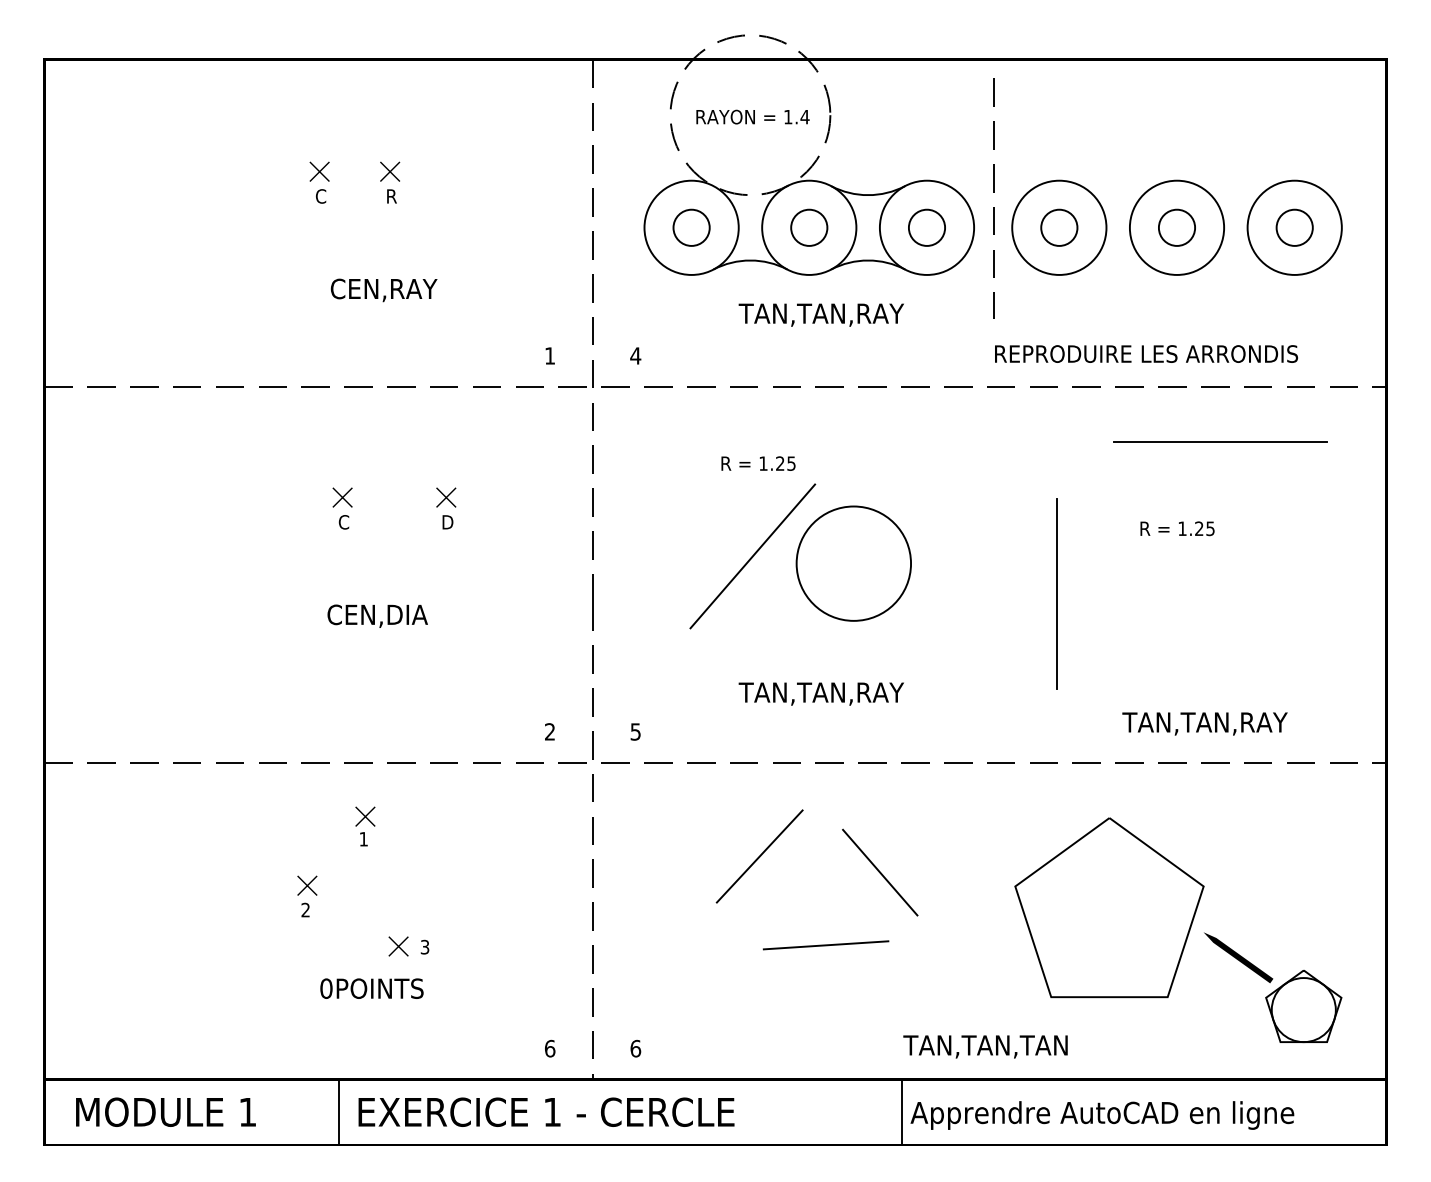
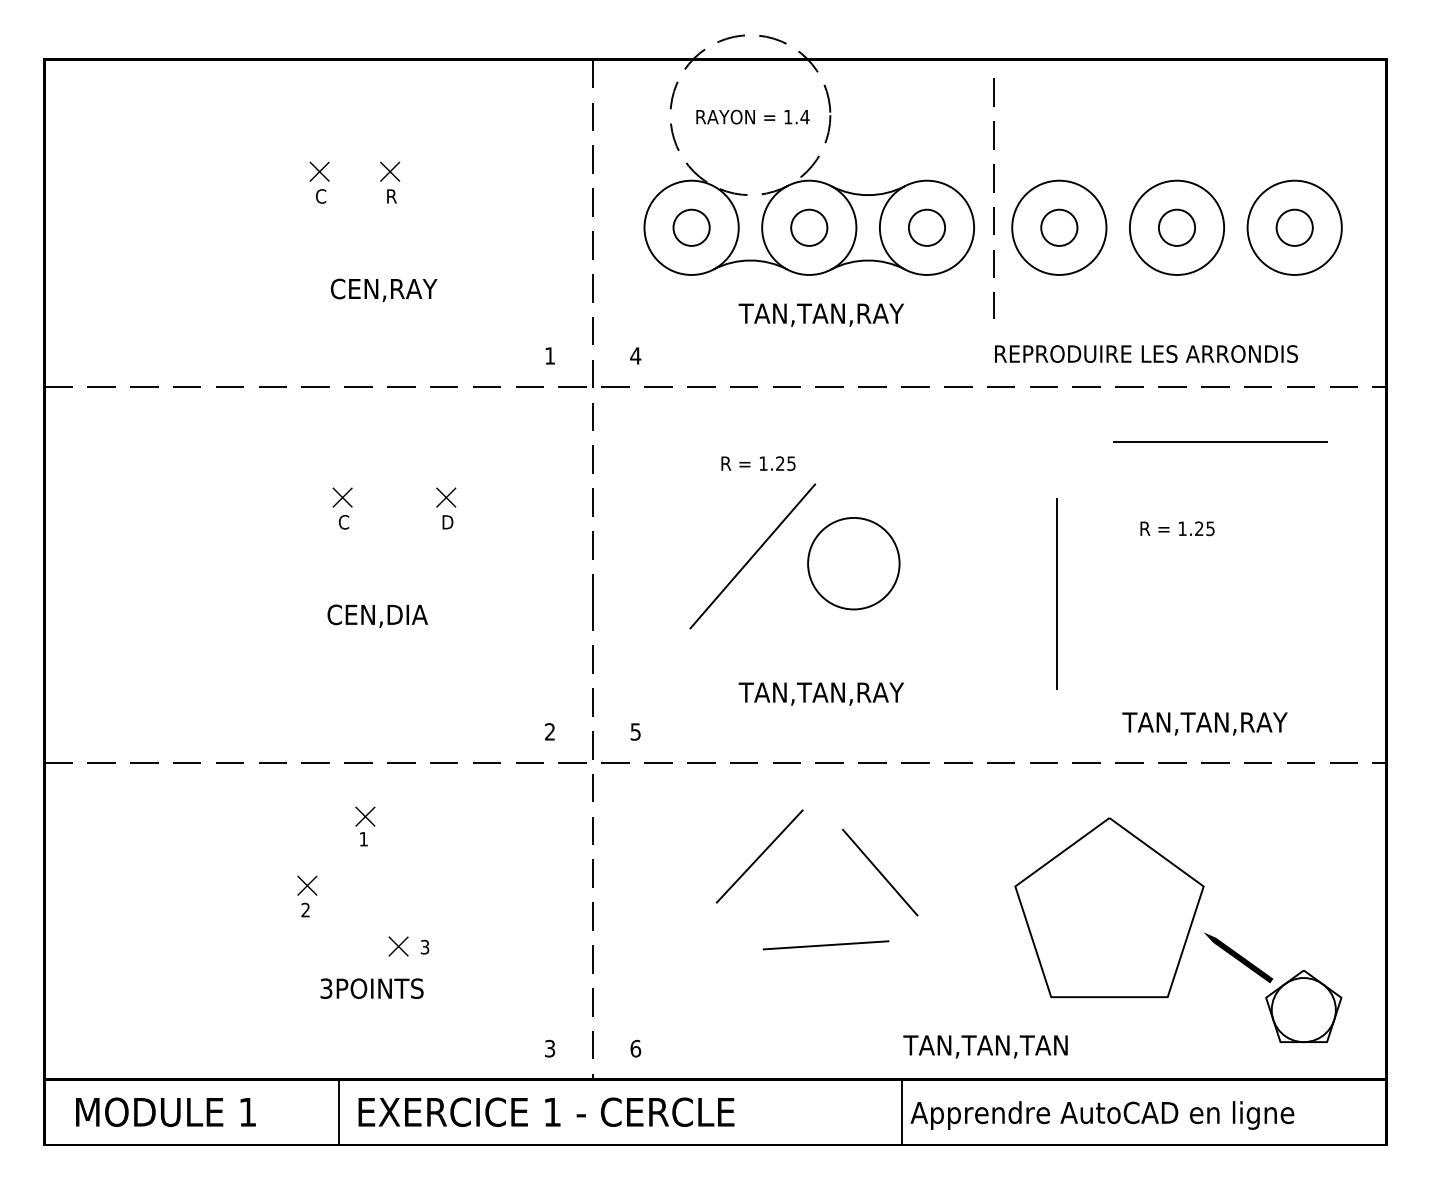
circle at (853, 563) diameter: 114 px -> 92 px
text at (326, 988): 0POINTS -> 3POINTS
text at (550, 1048): 6 -> 3
